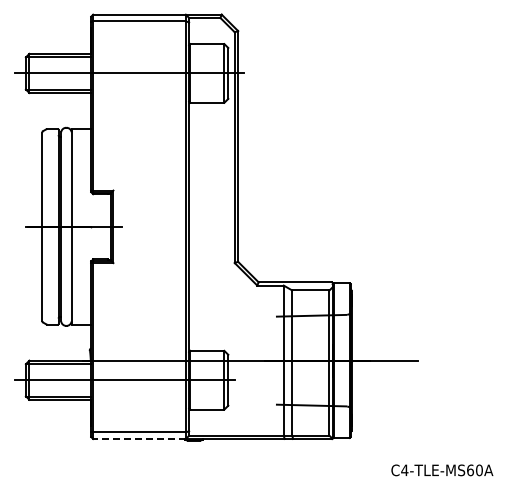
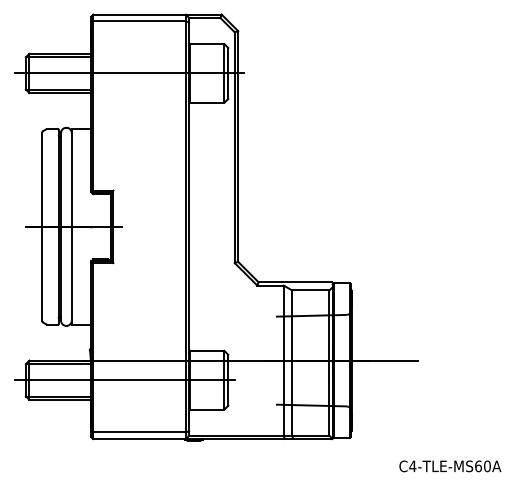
line at (139, 439): dashed -> solid
text at (442, 470) position: (442, 470) -> (450, 466)
